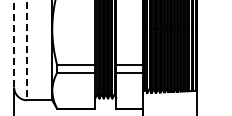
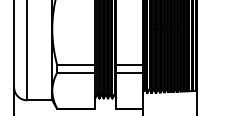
line at (14, 43): dashed -> solid
line at (27, 50): dashed -> solid
